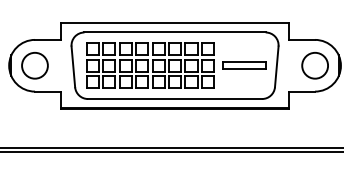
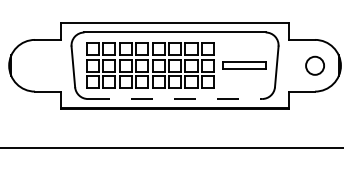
circle at (34, 65): present -> none
circle at (314, 65) size: 28x28 px -> 20x21 px
line at (175, 99): solid -> dashed
line at (171, 152): present -> none
